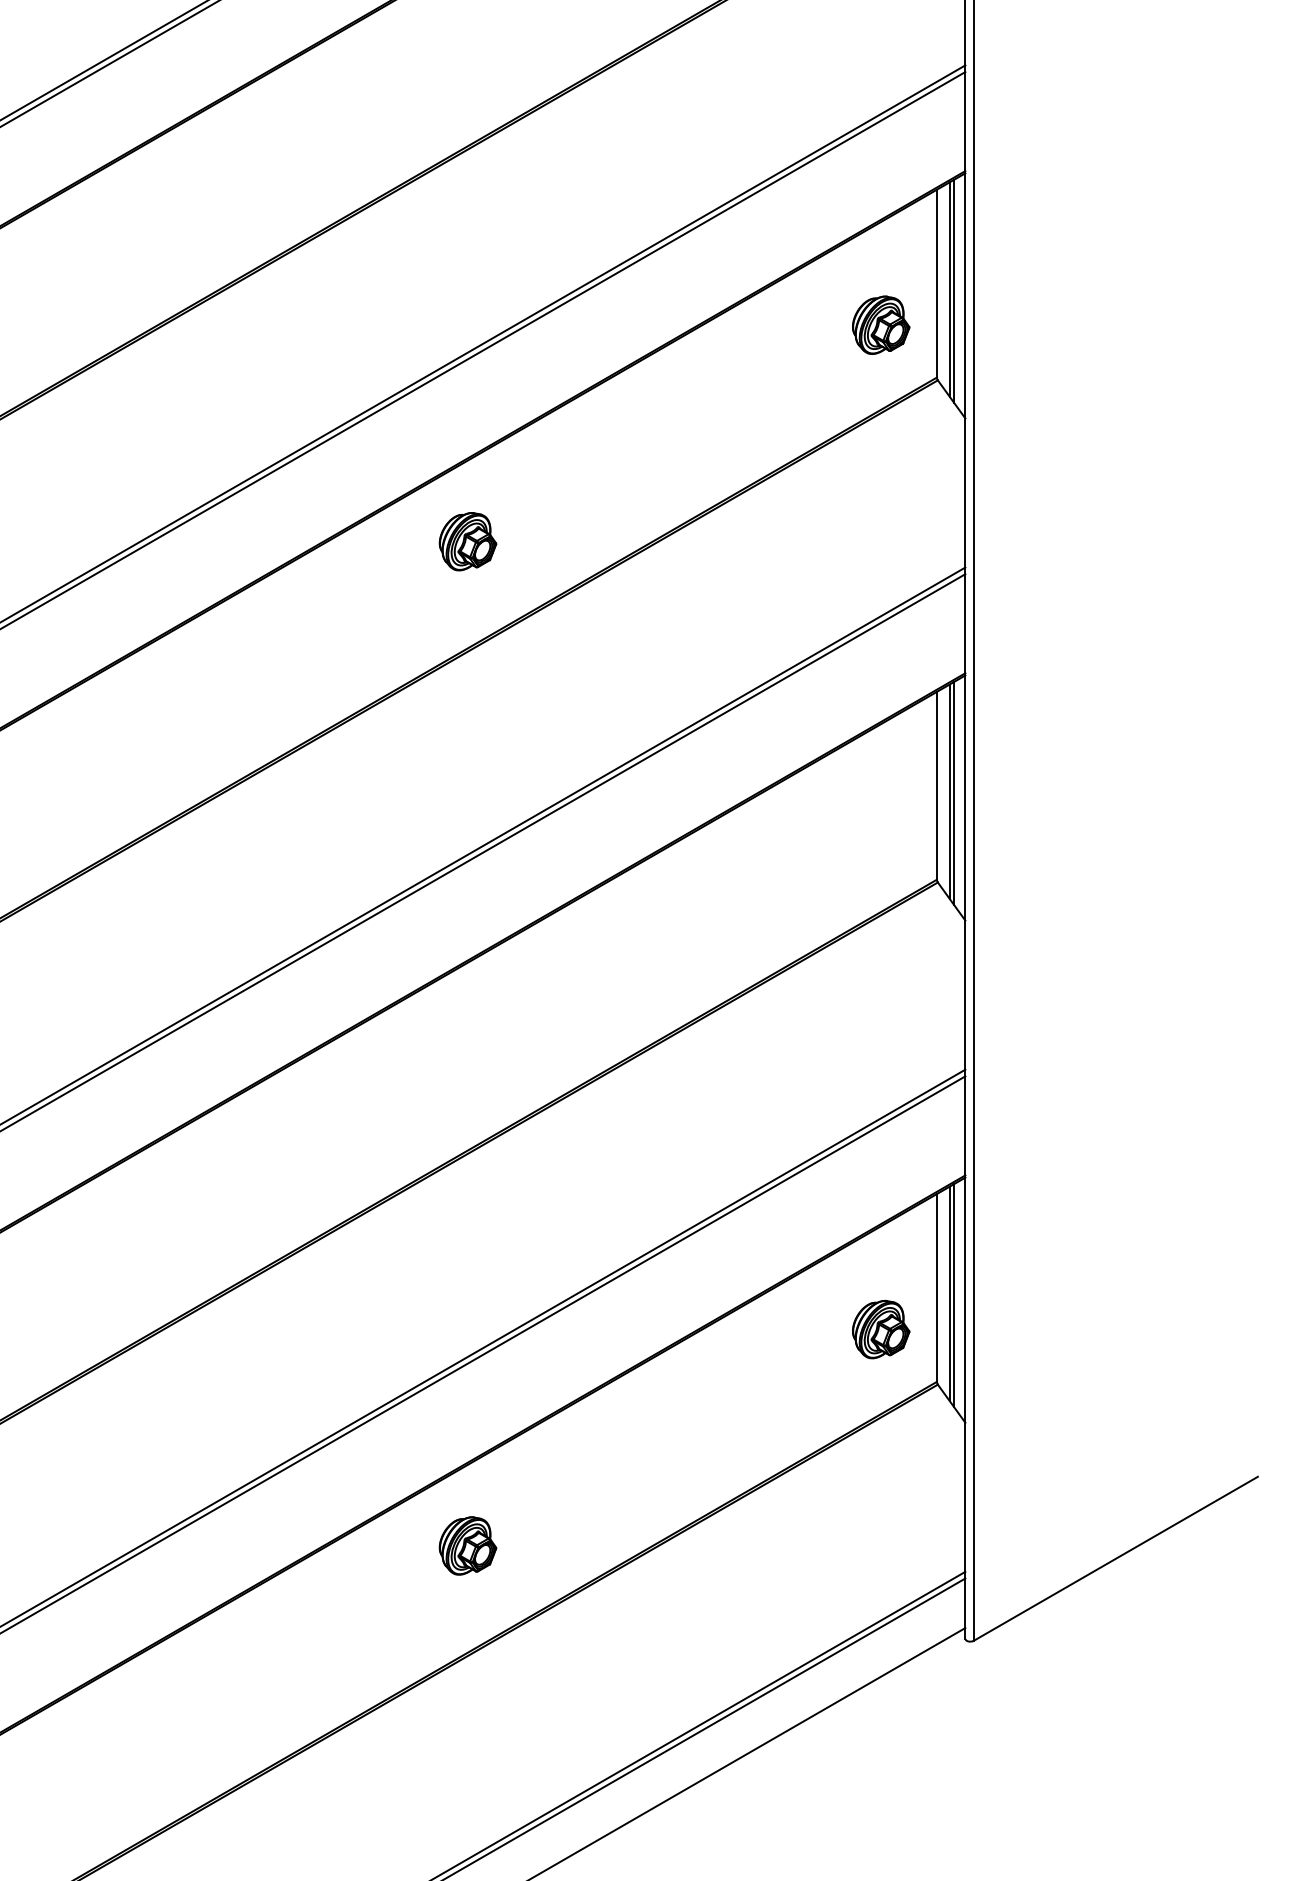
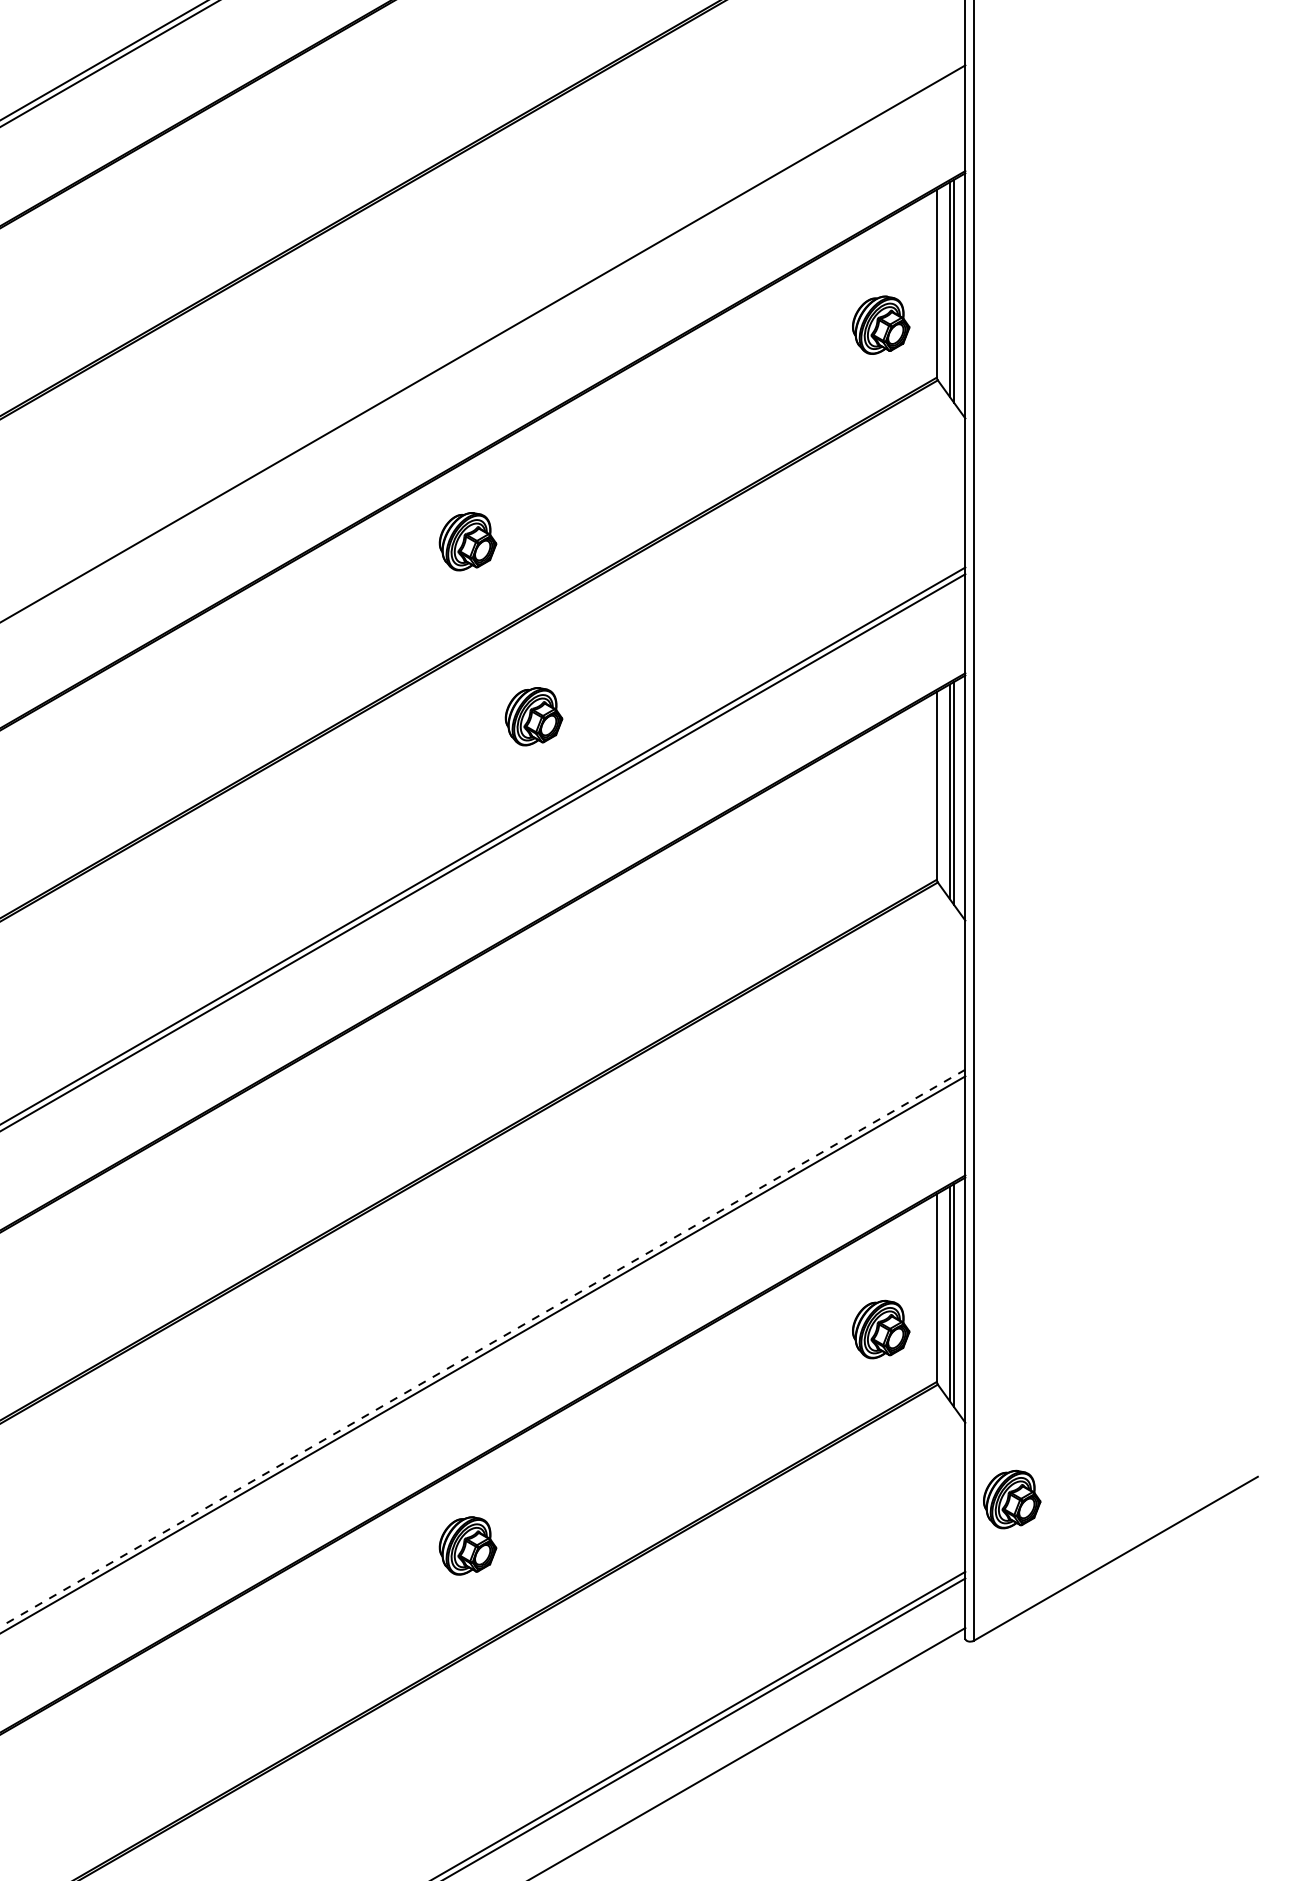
line at (483, 350): present -> none
part at (533, 716): none -> present
line at (483, 1348): solid -> dashed
part at (1012, 1499): none -> present
